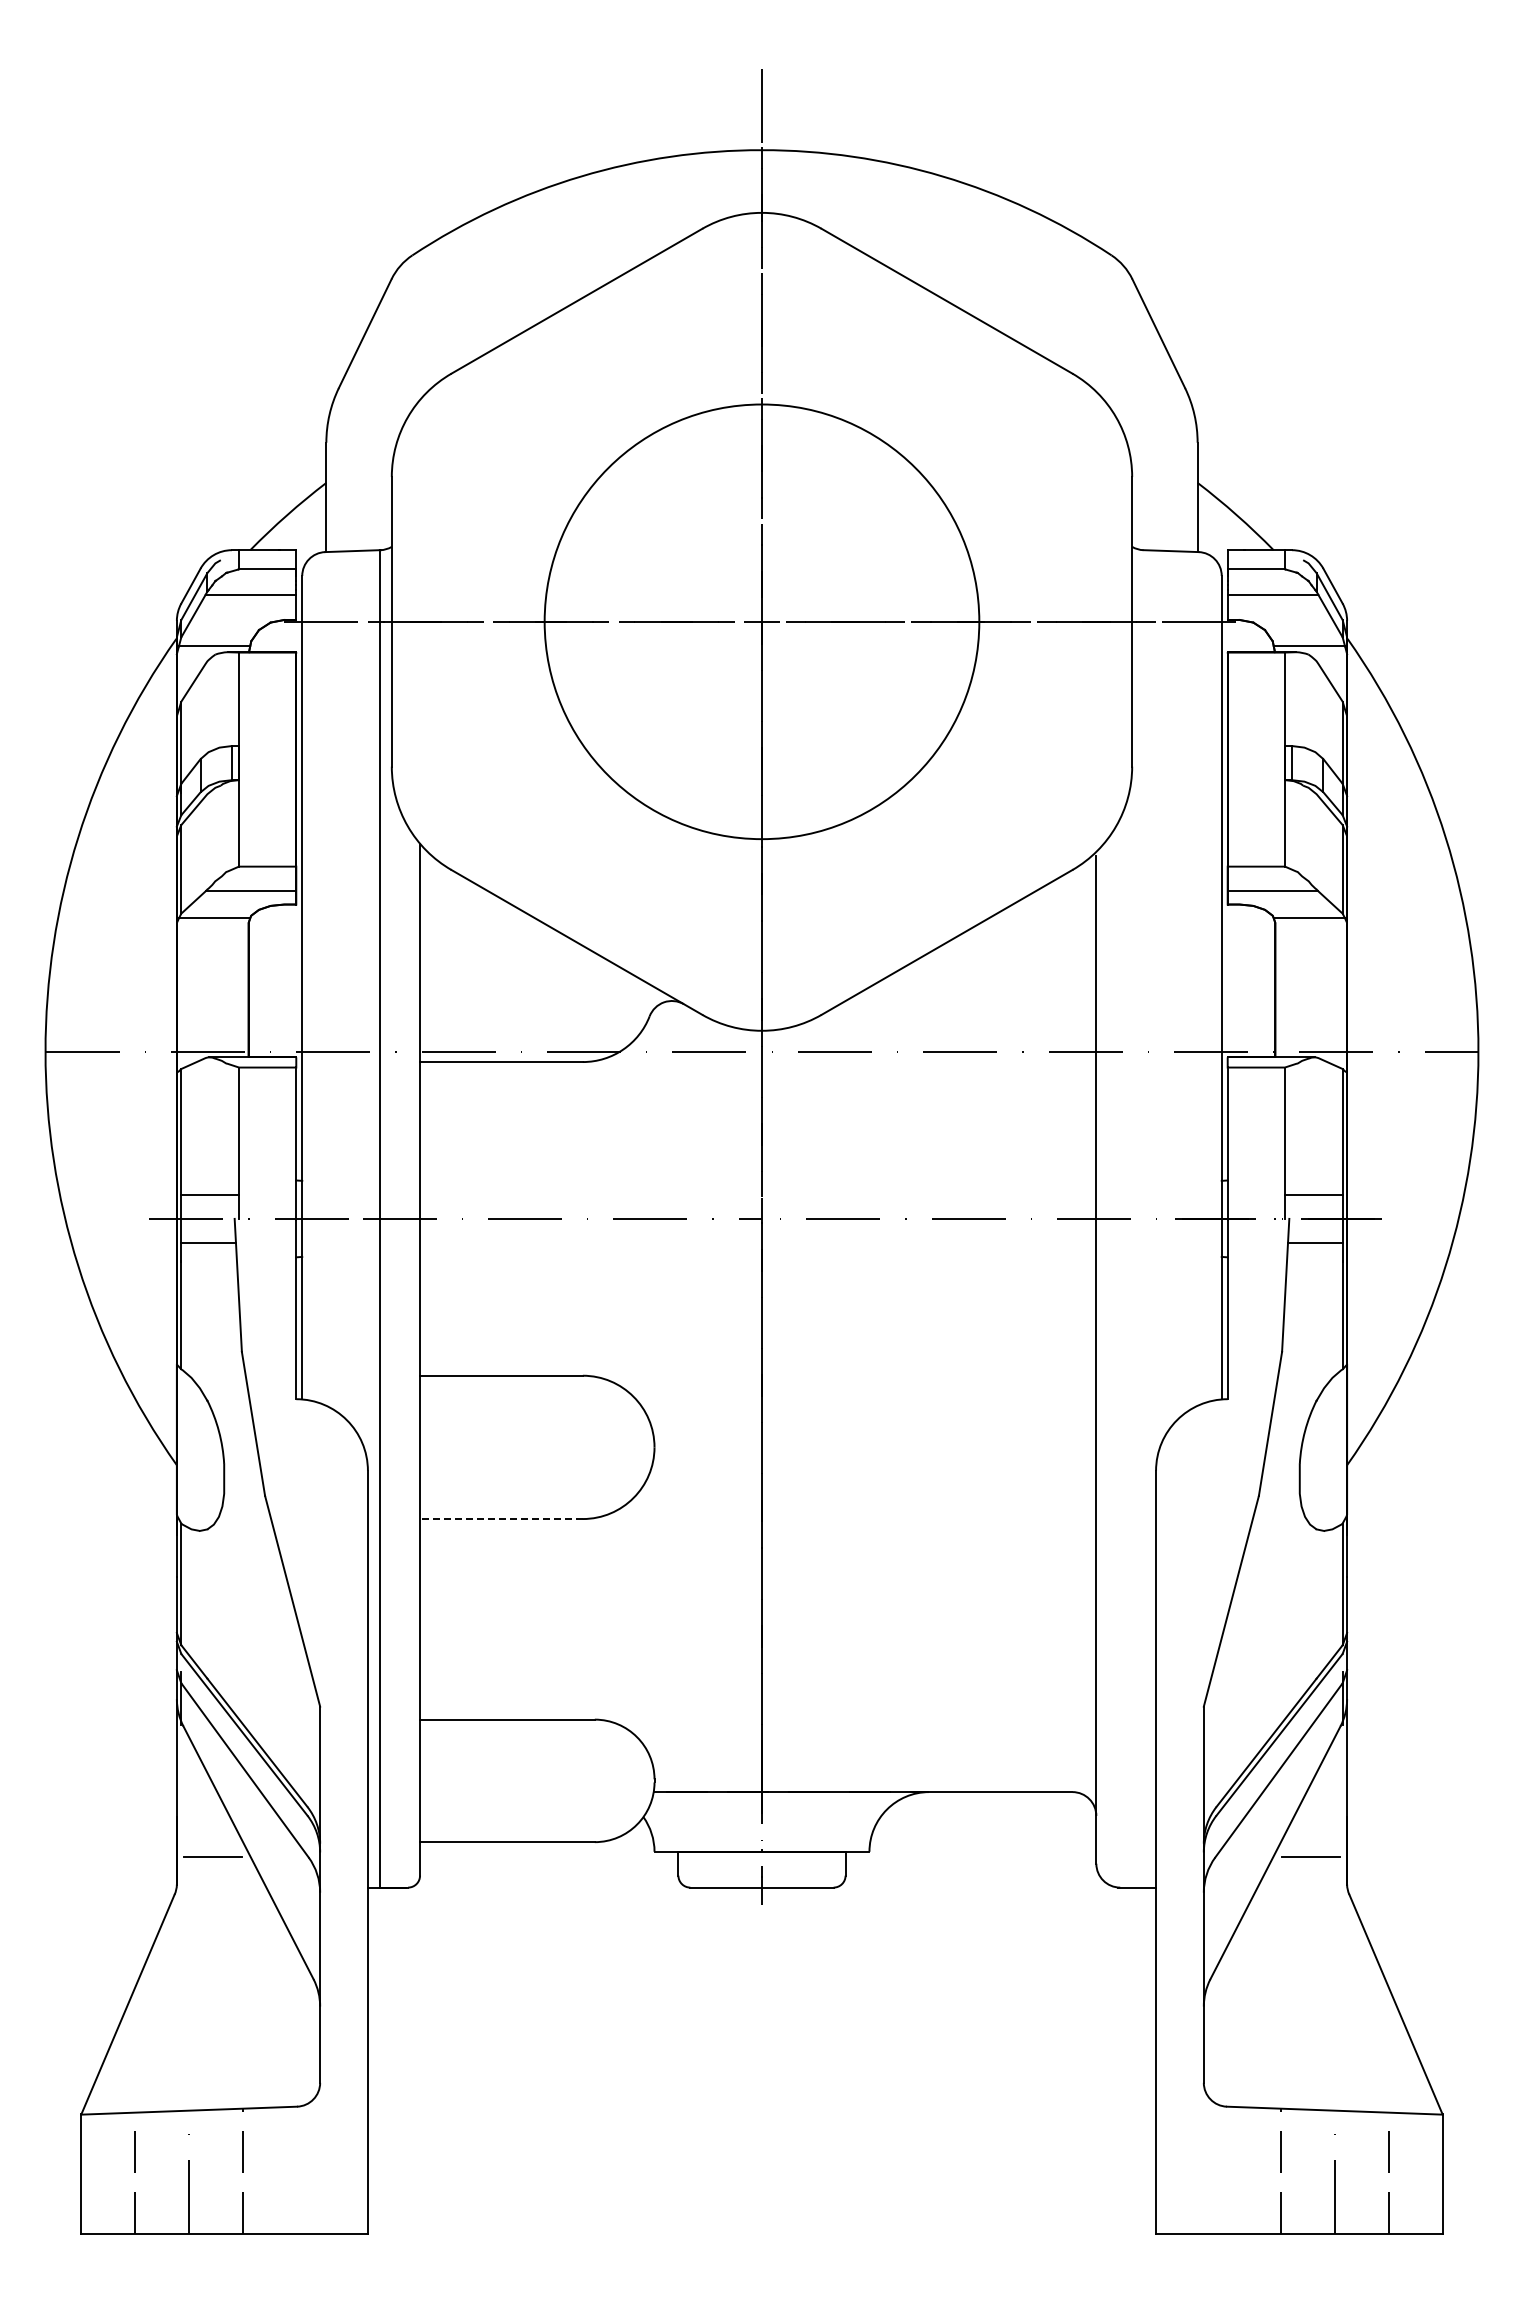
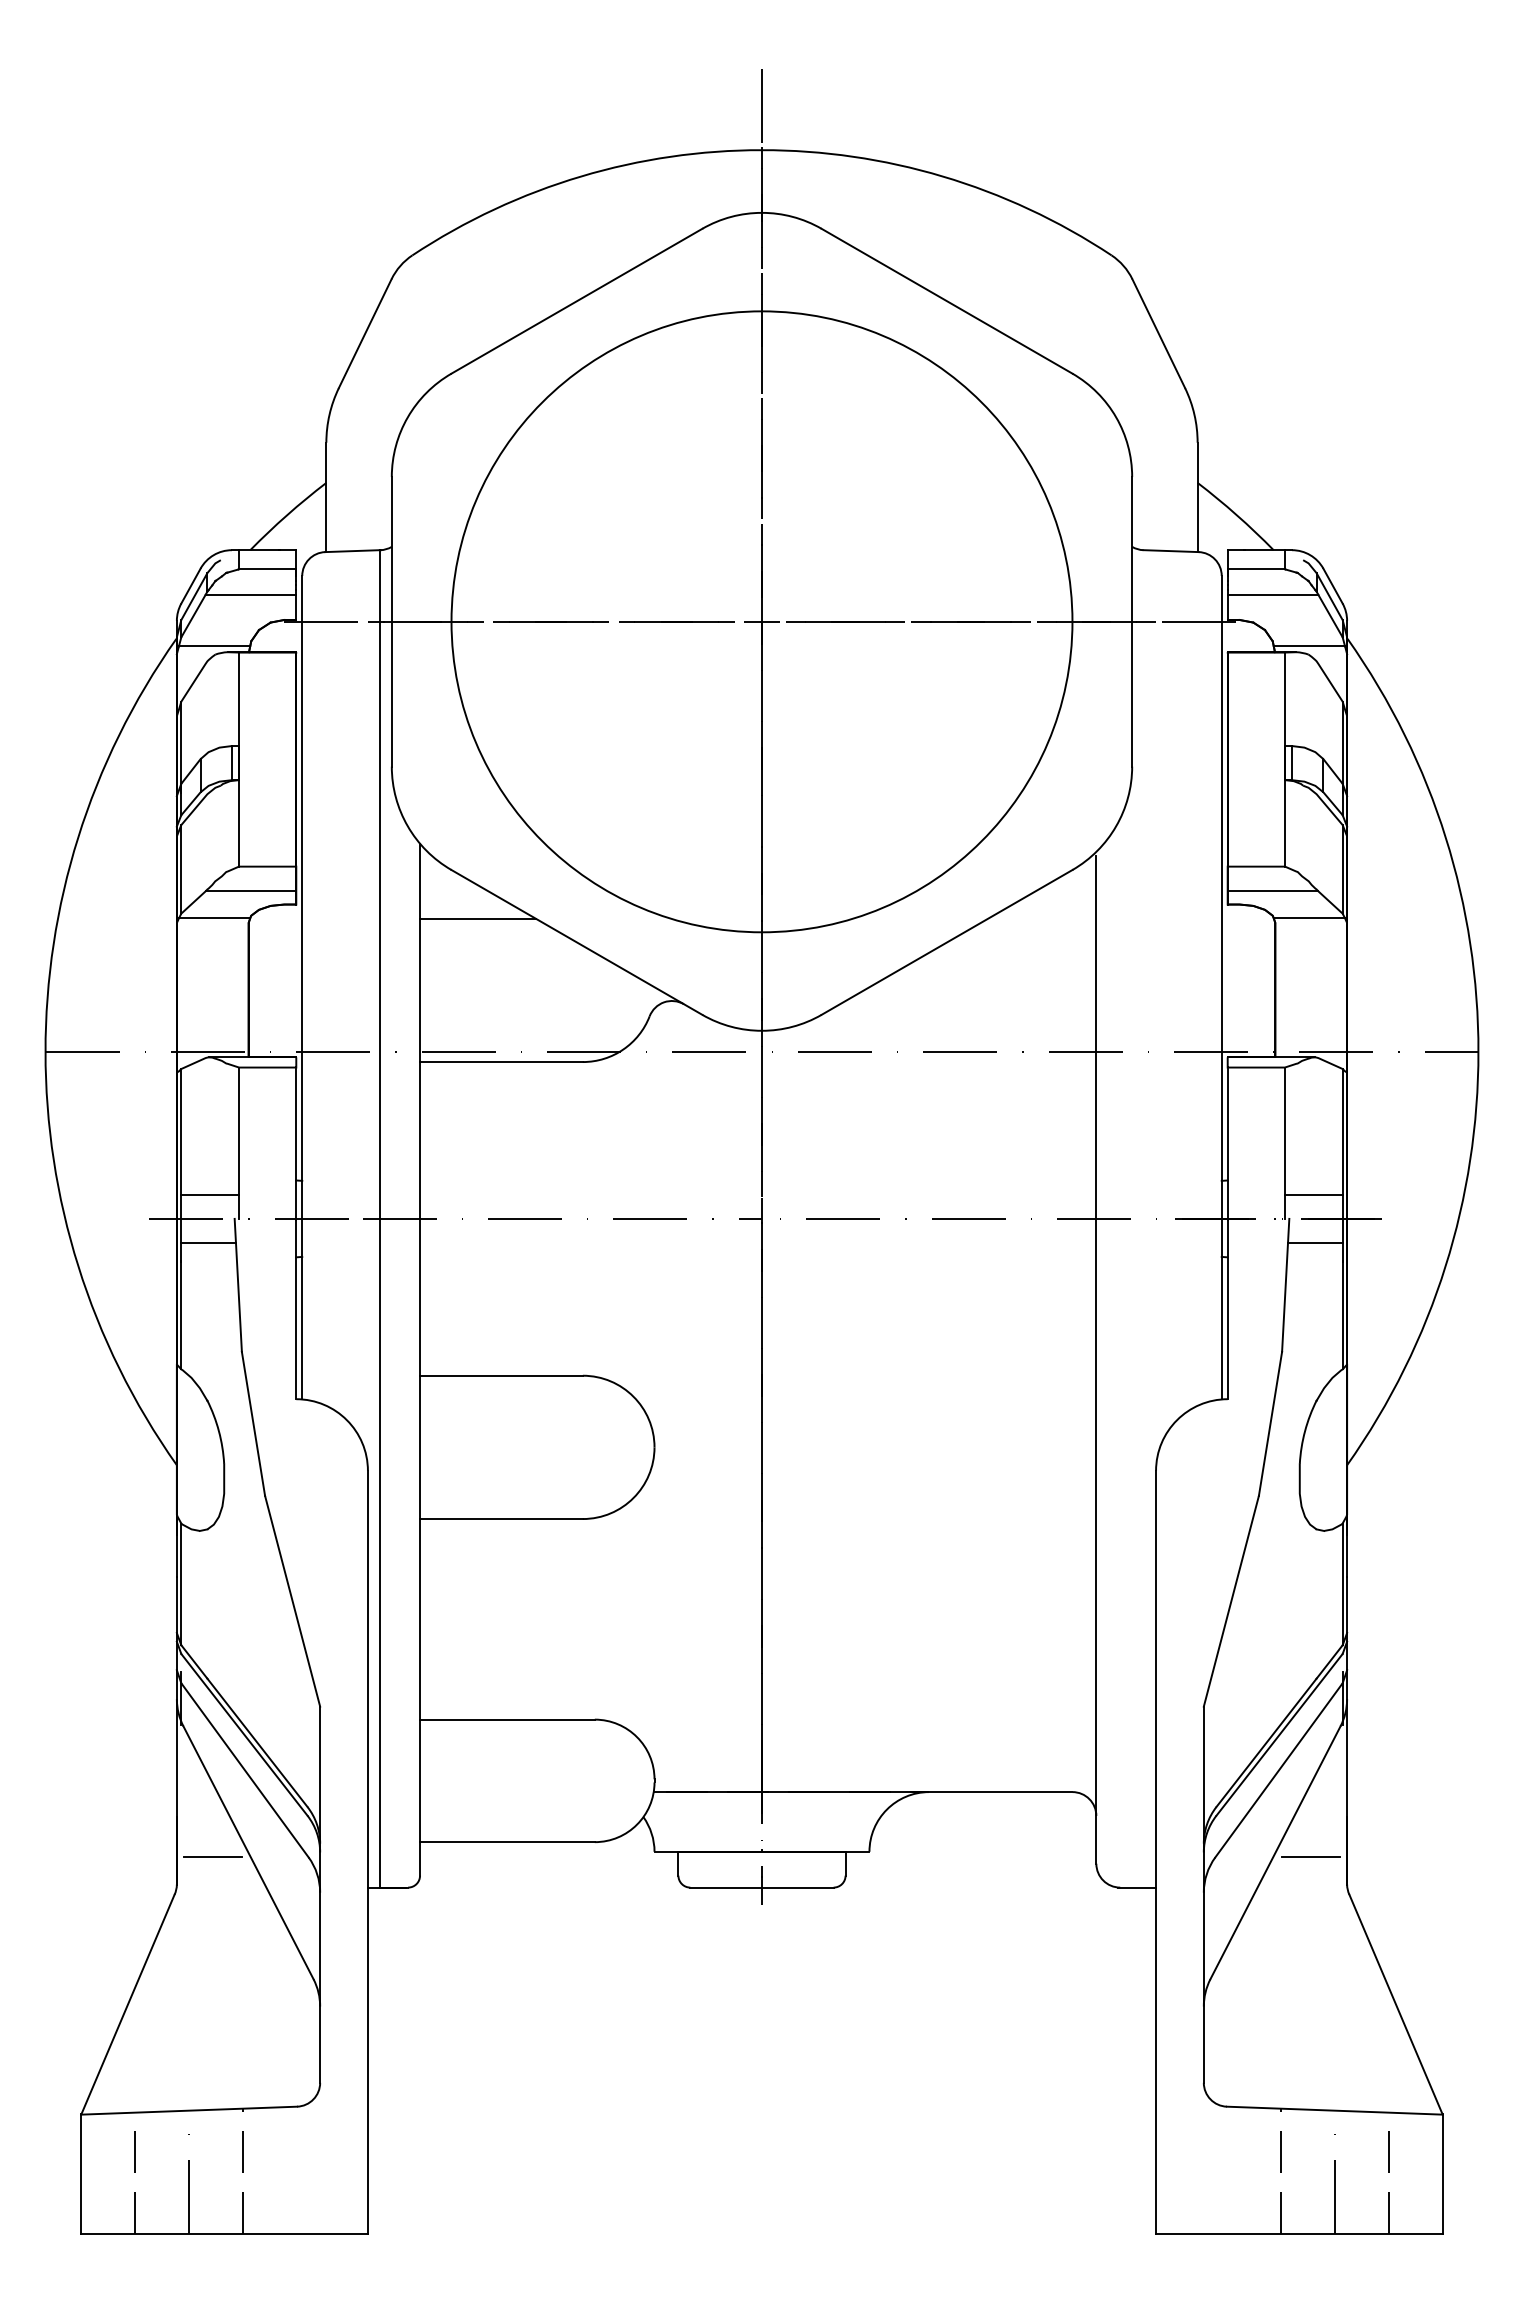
circle at (761, 621) diameter: 435 px -> 621 px
line at (477, 918): none -> present
line at (500, 1519): dashed -> solid
